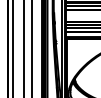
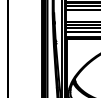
line at (12, 48): present -> none
line at (23, 48): present -> none
line at (32, 48): present -> none
